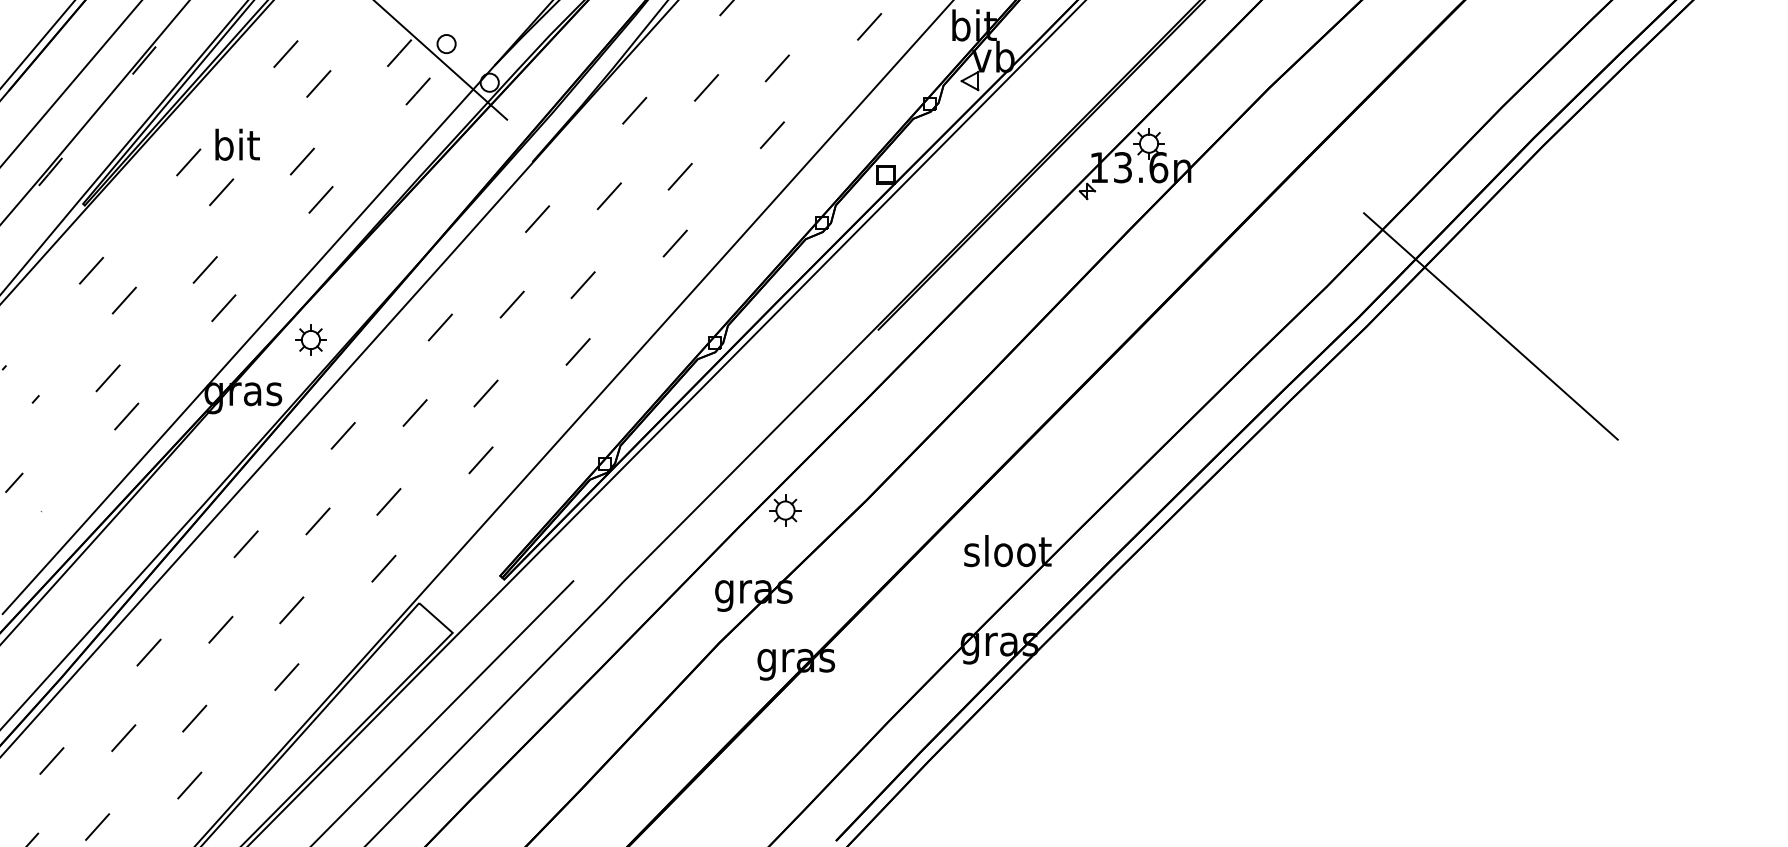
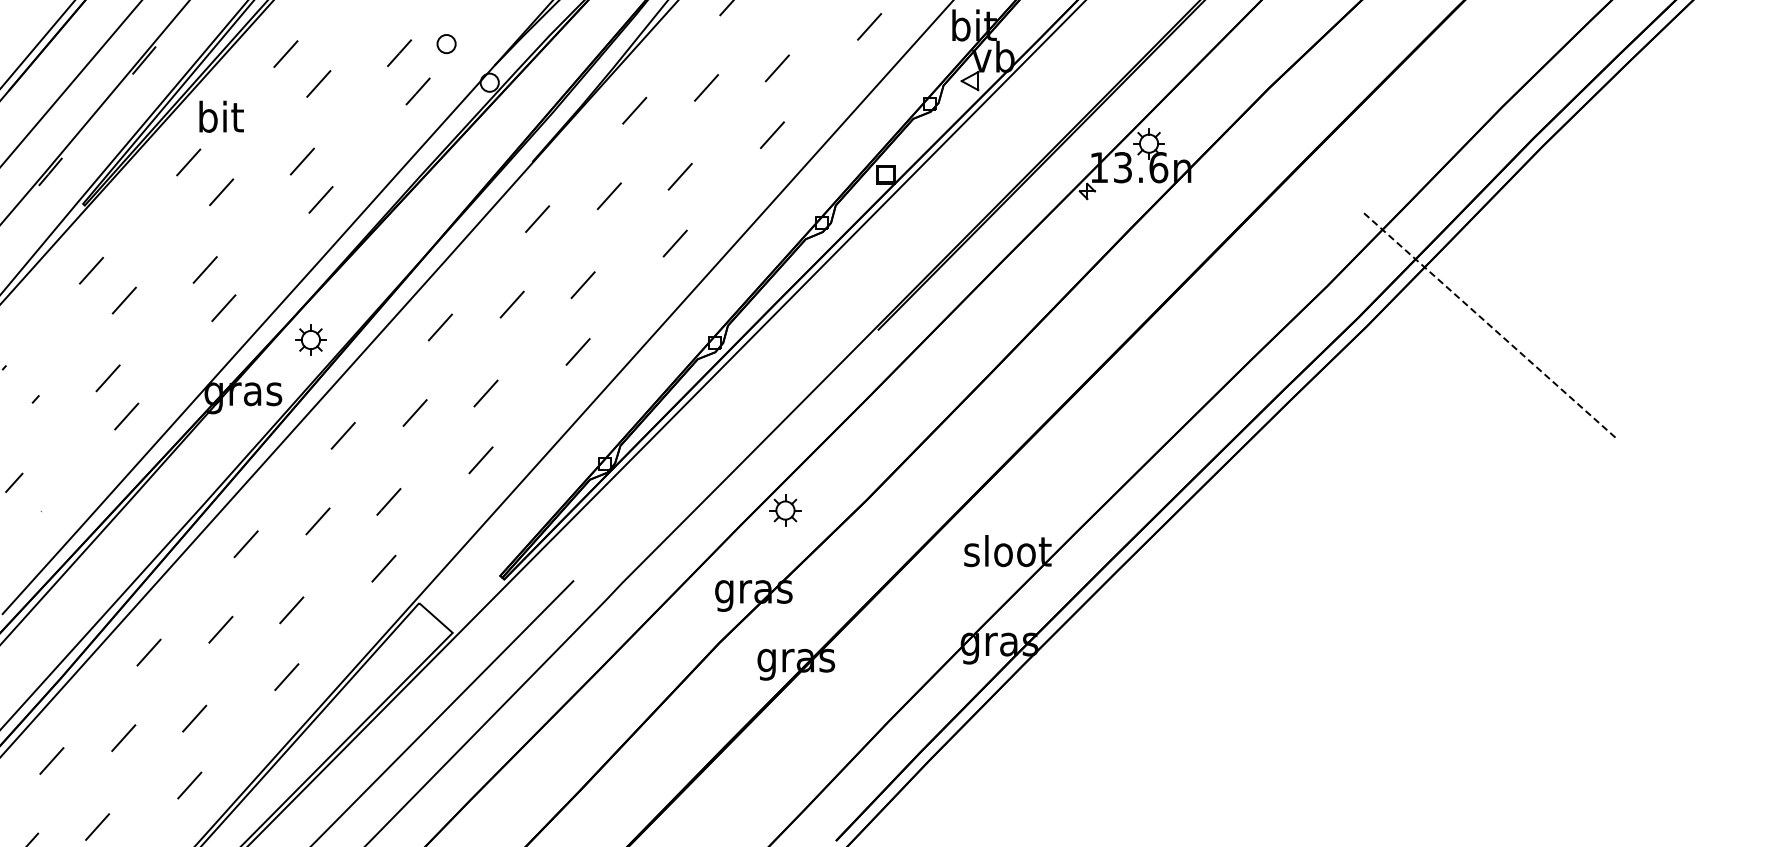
line at (441, 60): present -> none
text at (237, 144) position: (237, 144) -> (221, 116)
line at (1491, 326): solid -> dashed
